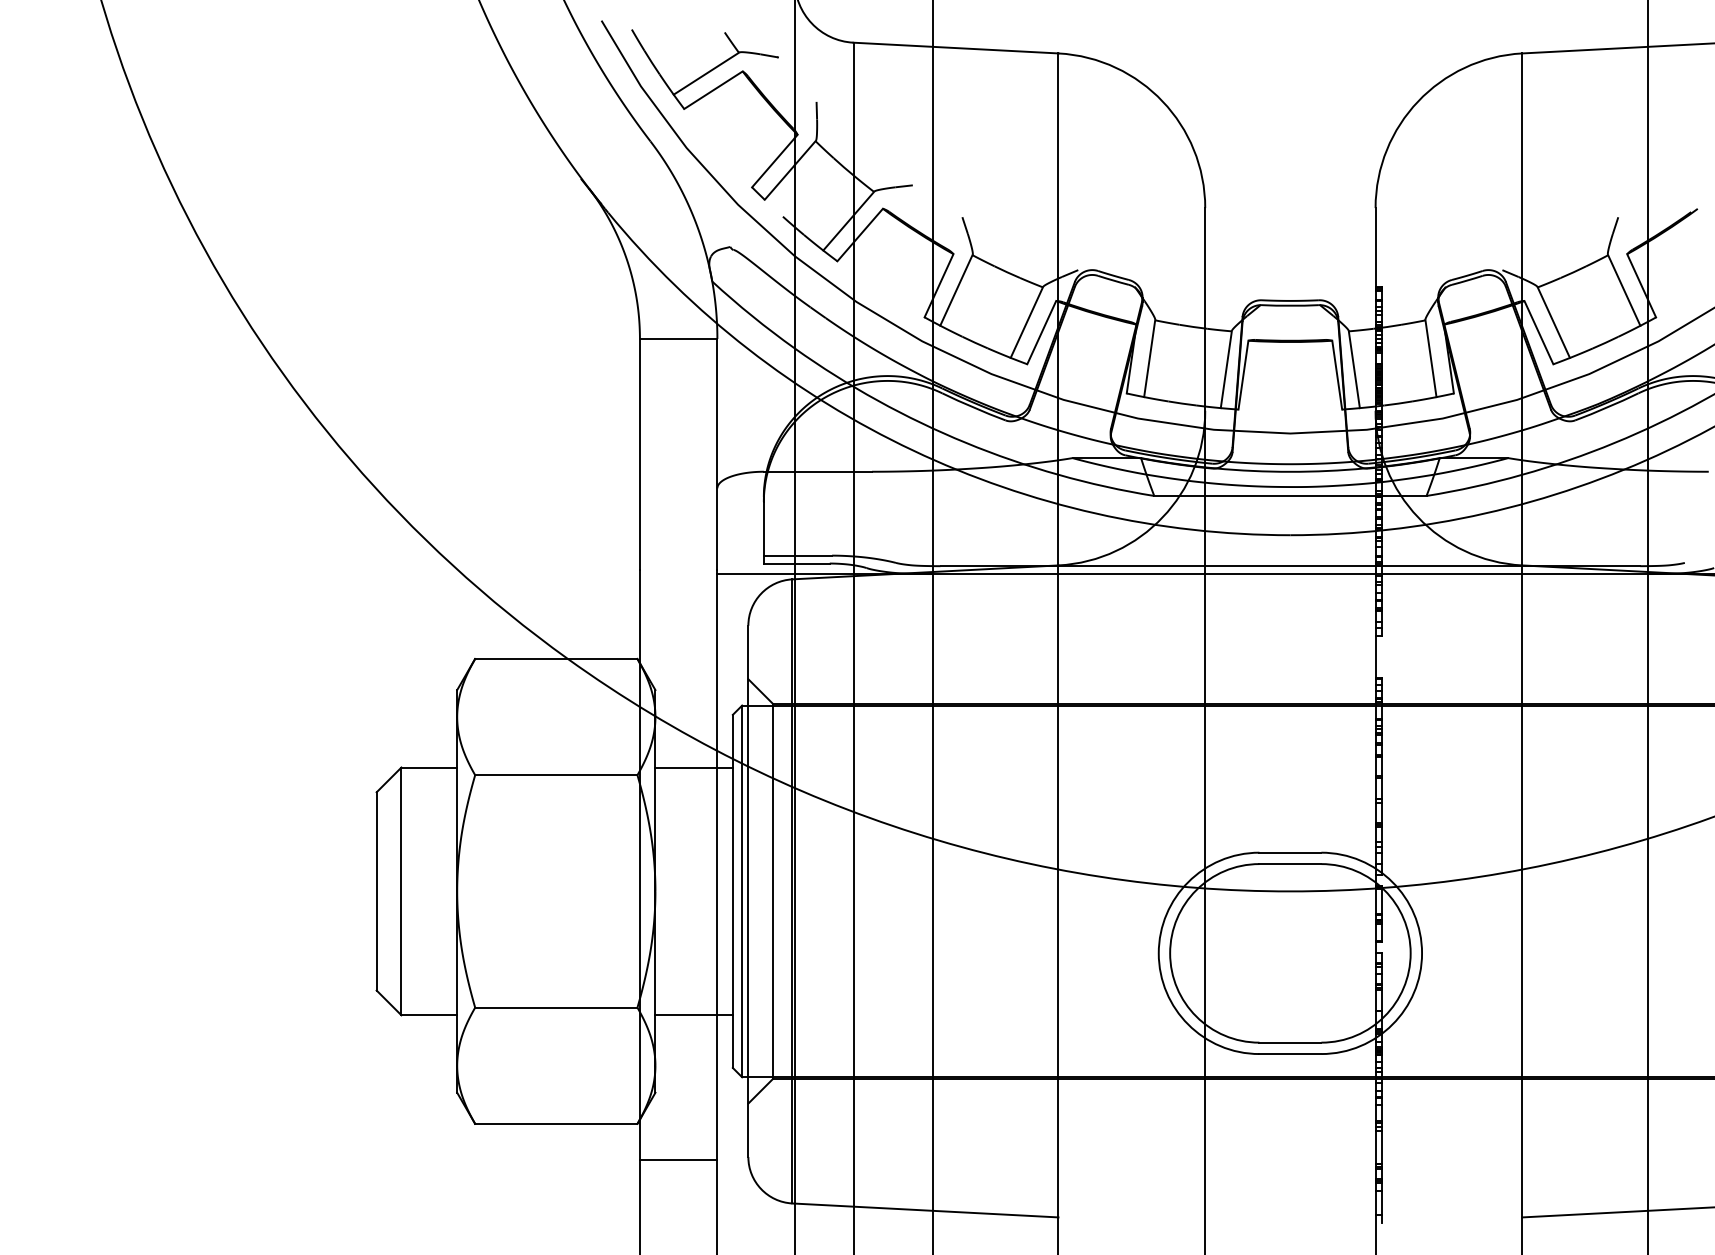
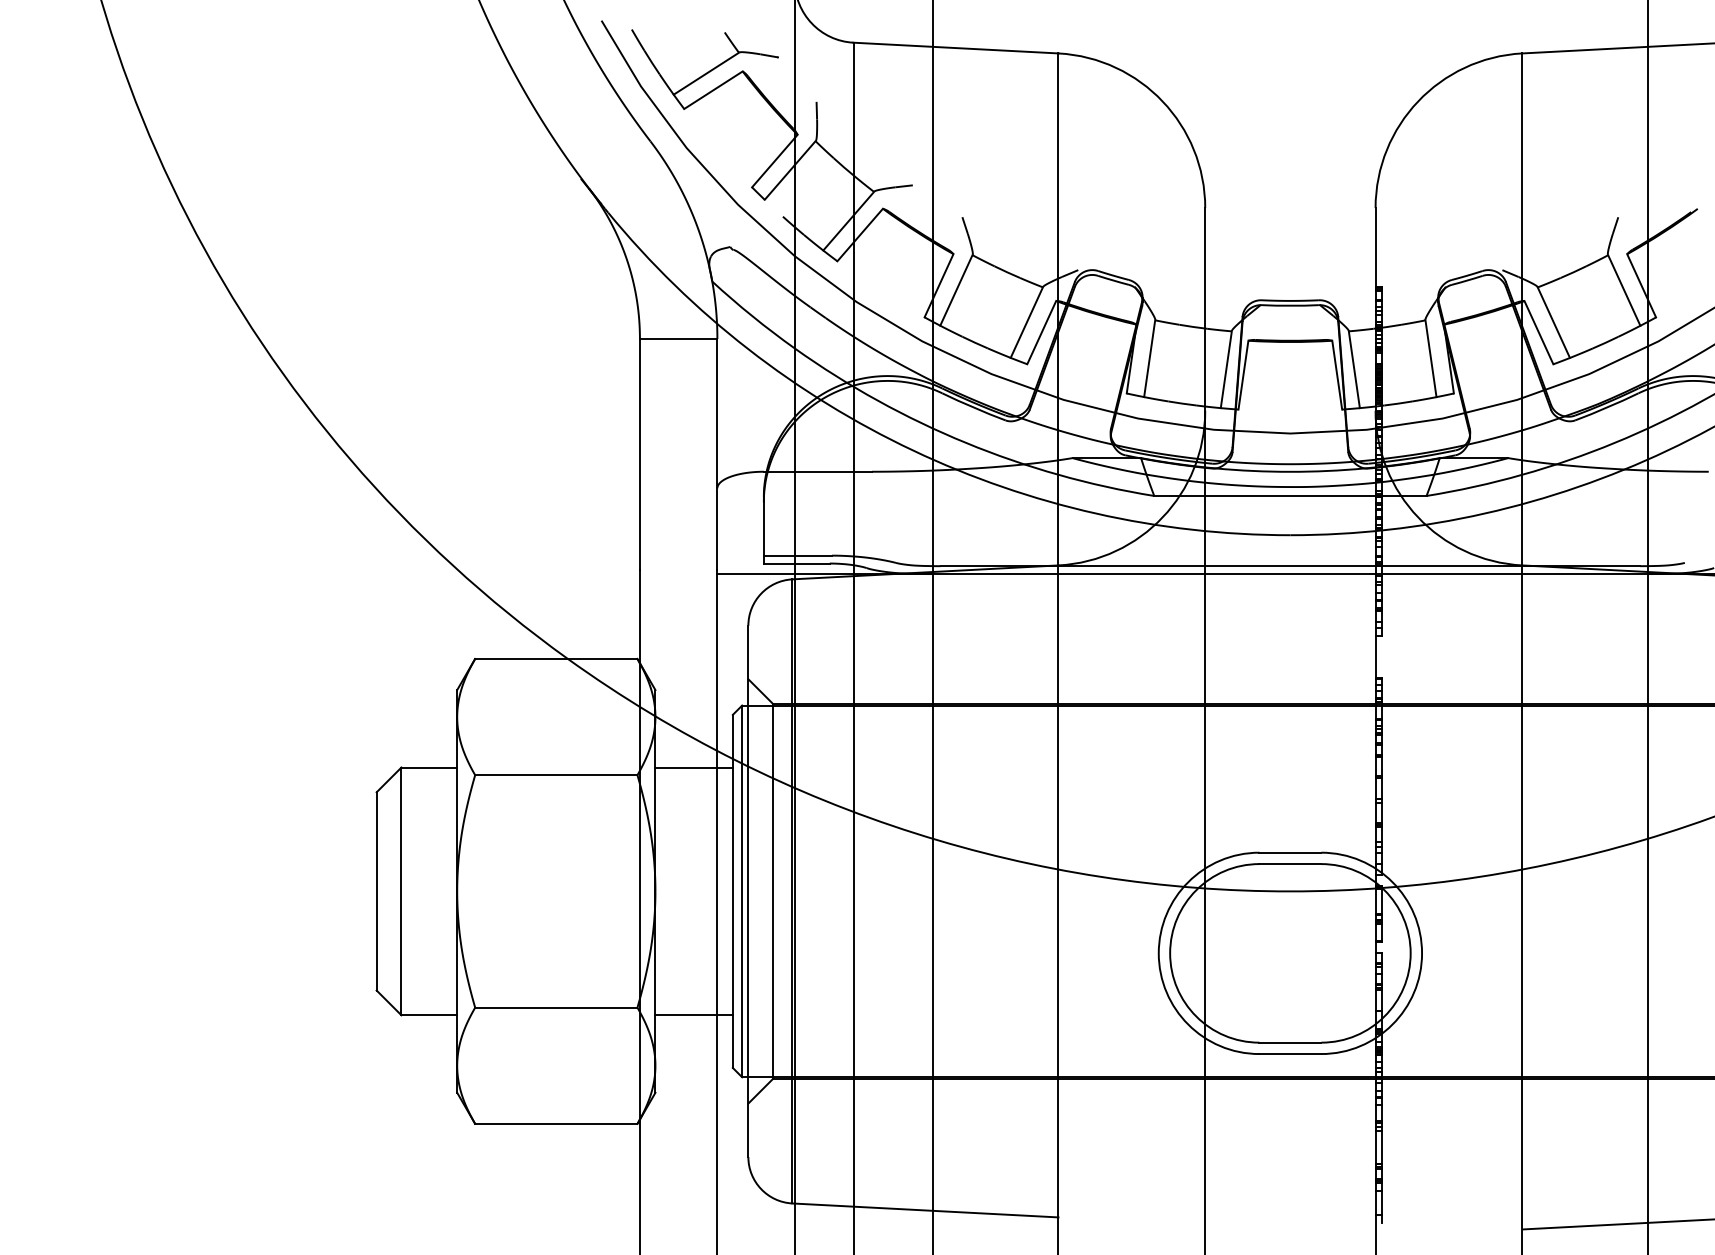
line at (678, 1159): present -> none
line at (1616, 1212) position: (1616, 1212) -> (1617, 1224)
